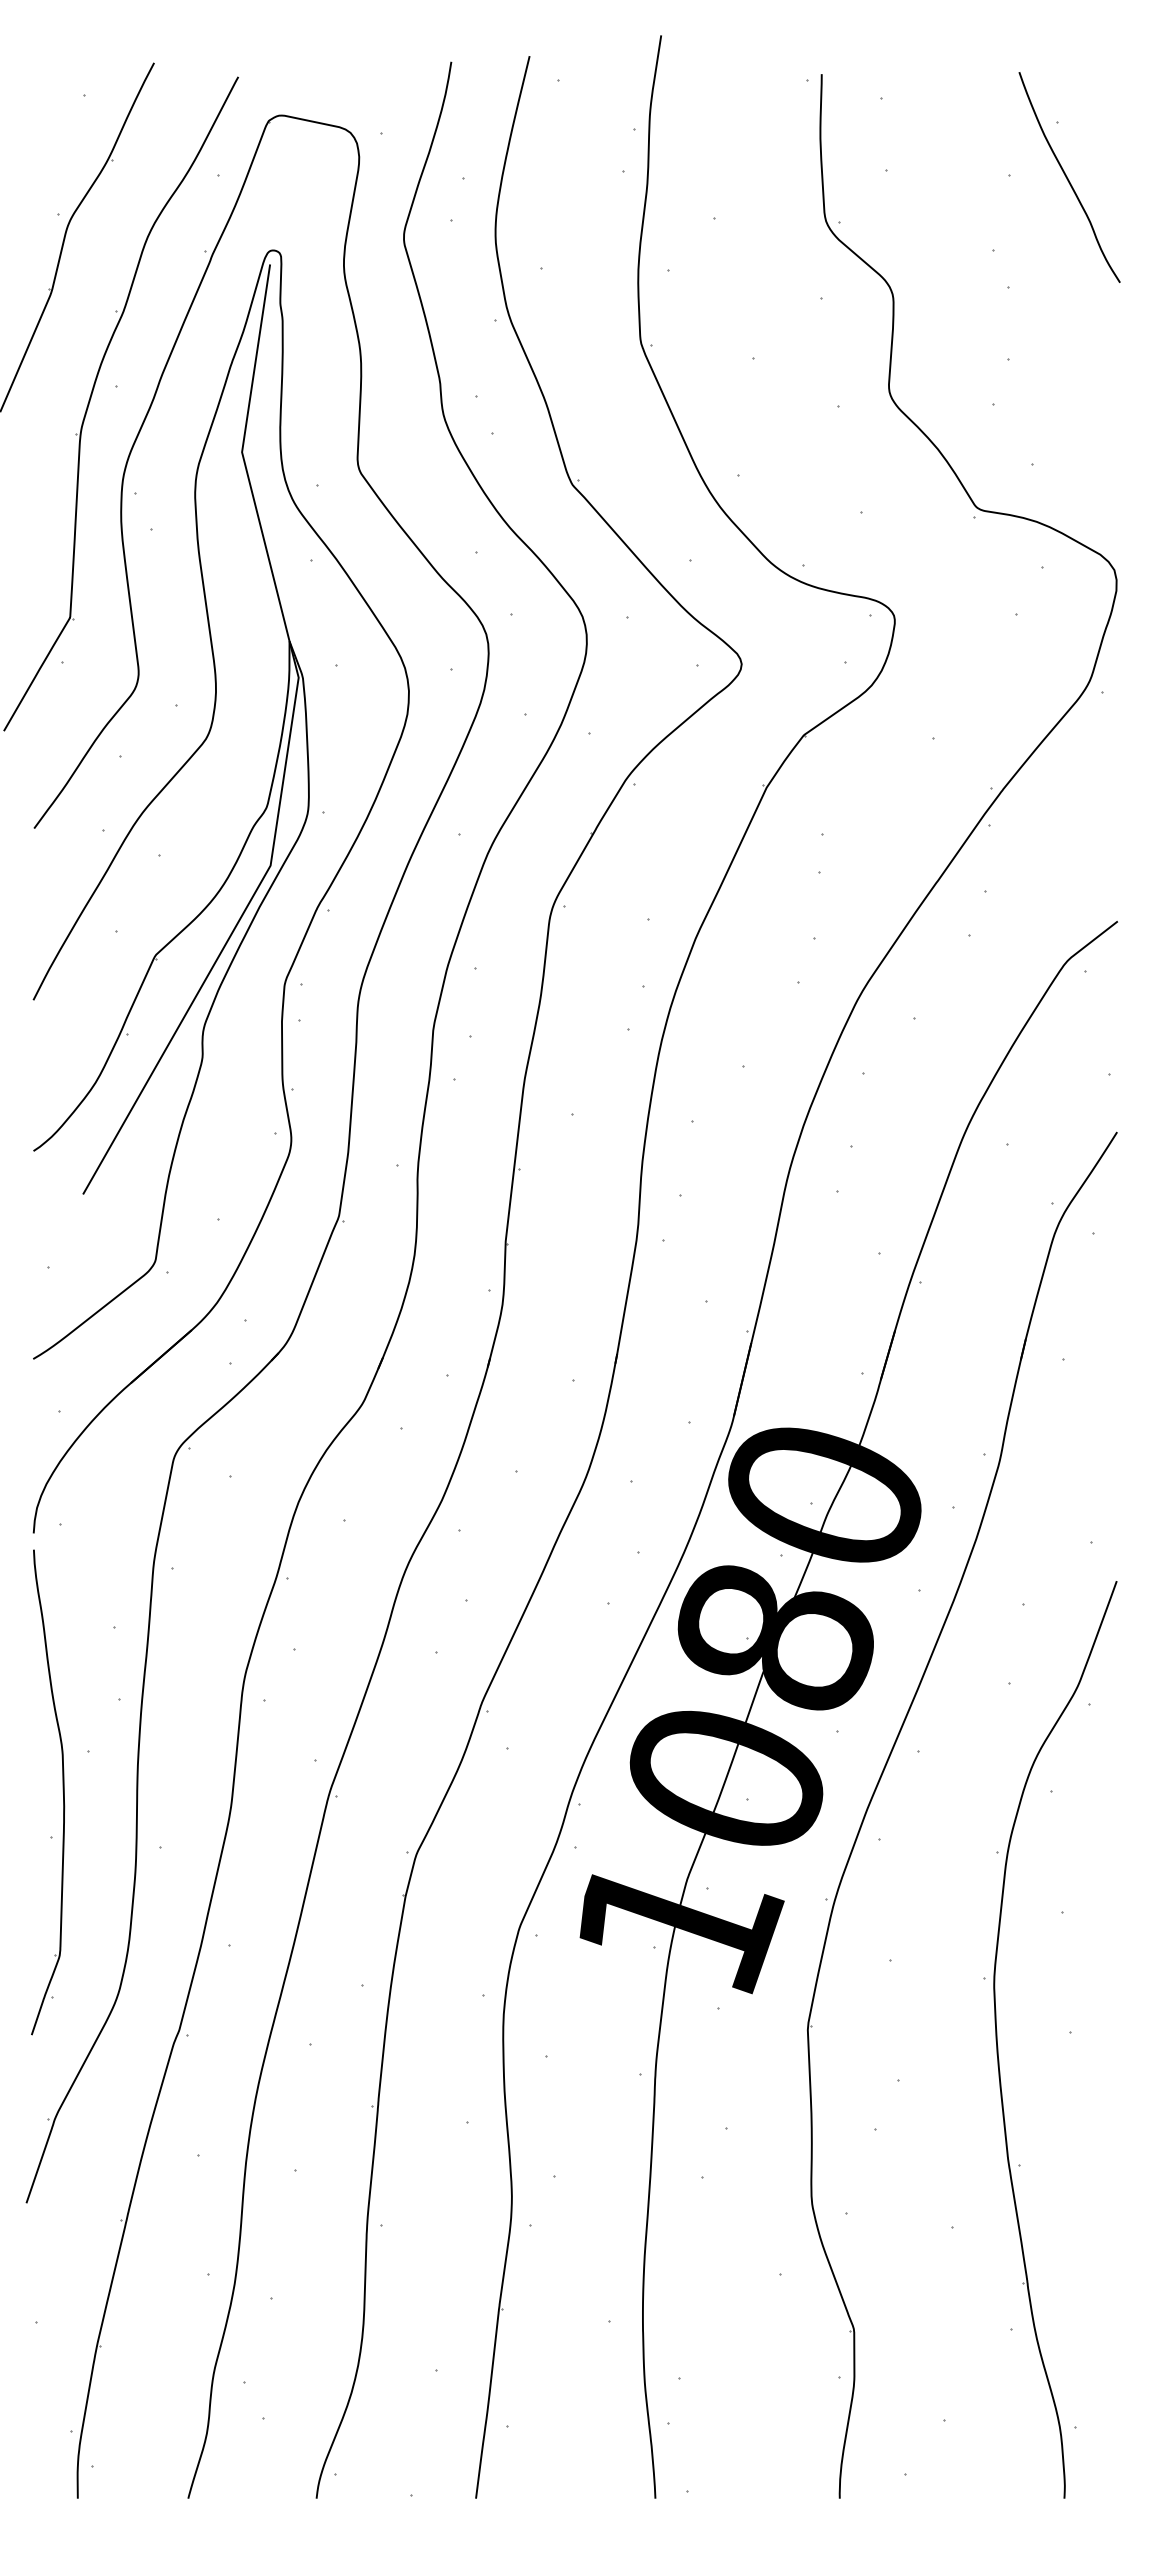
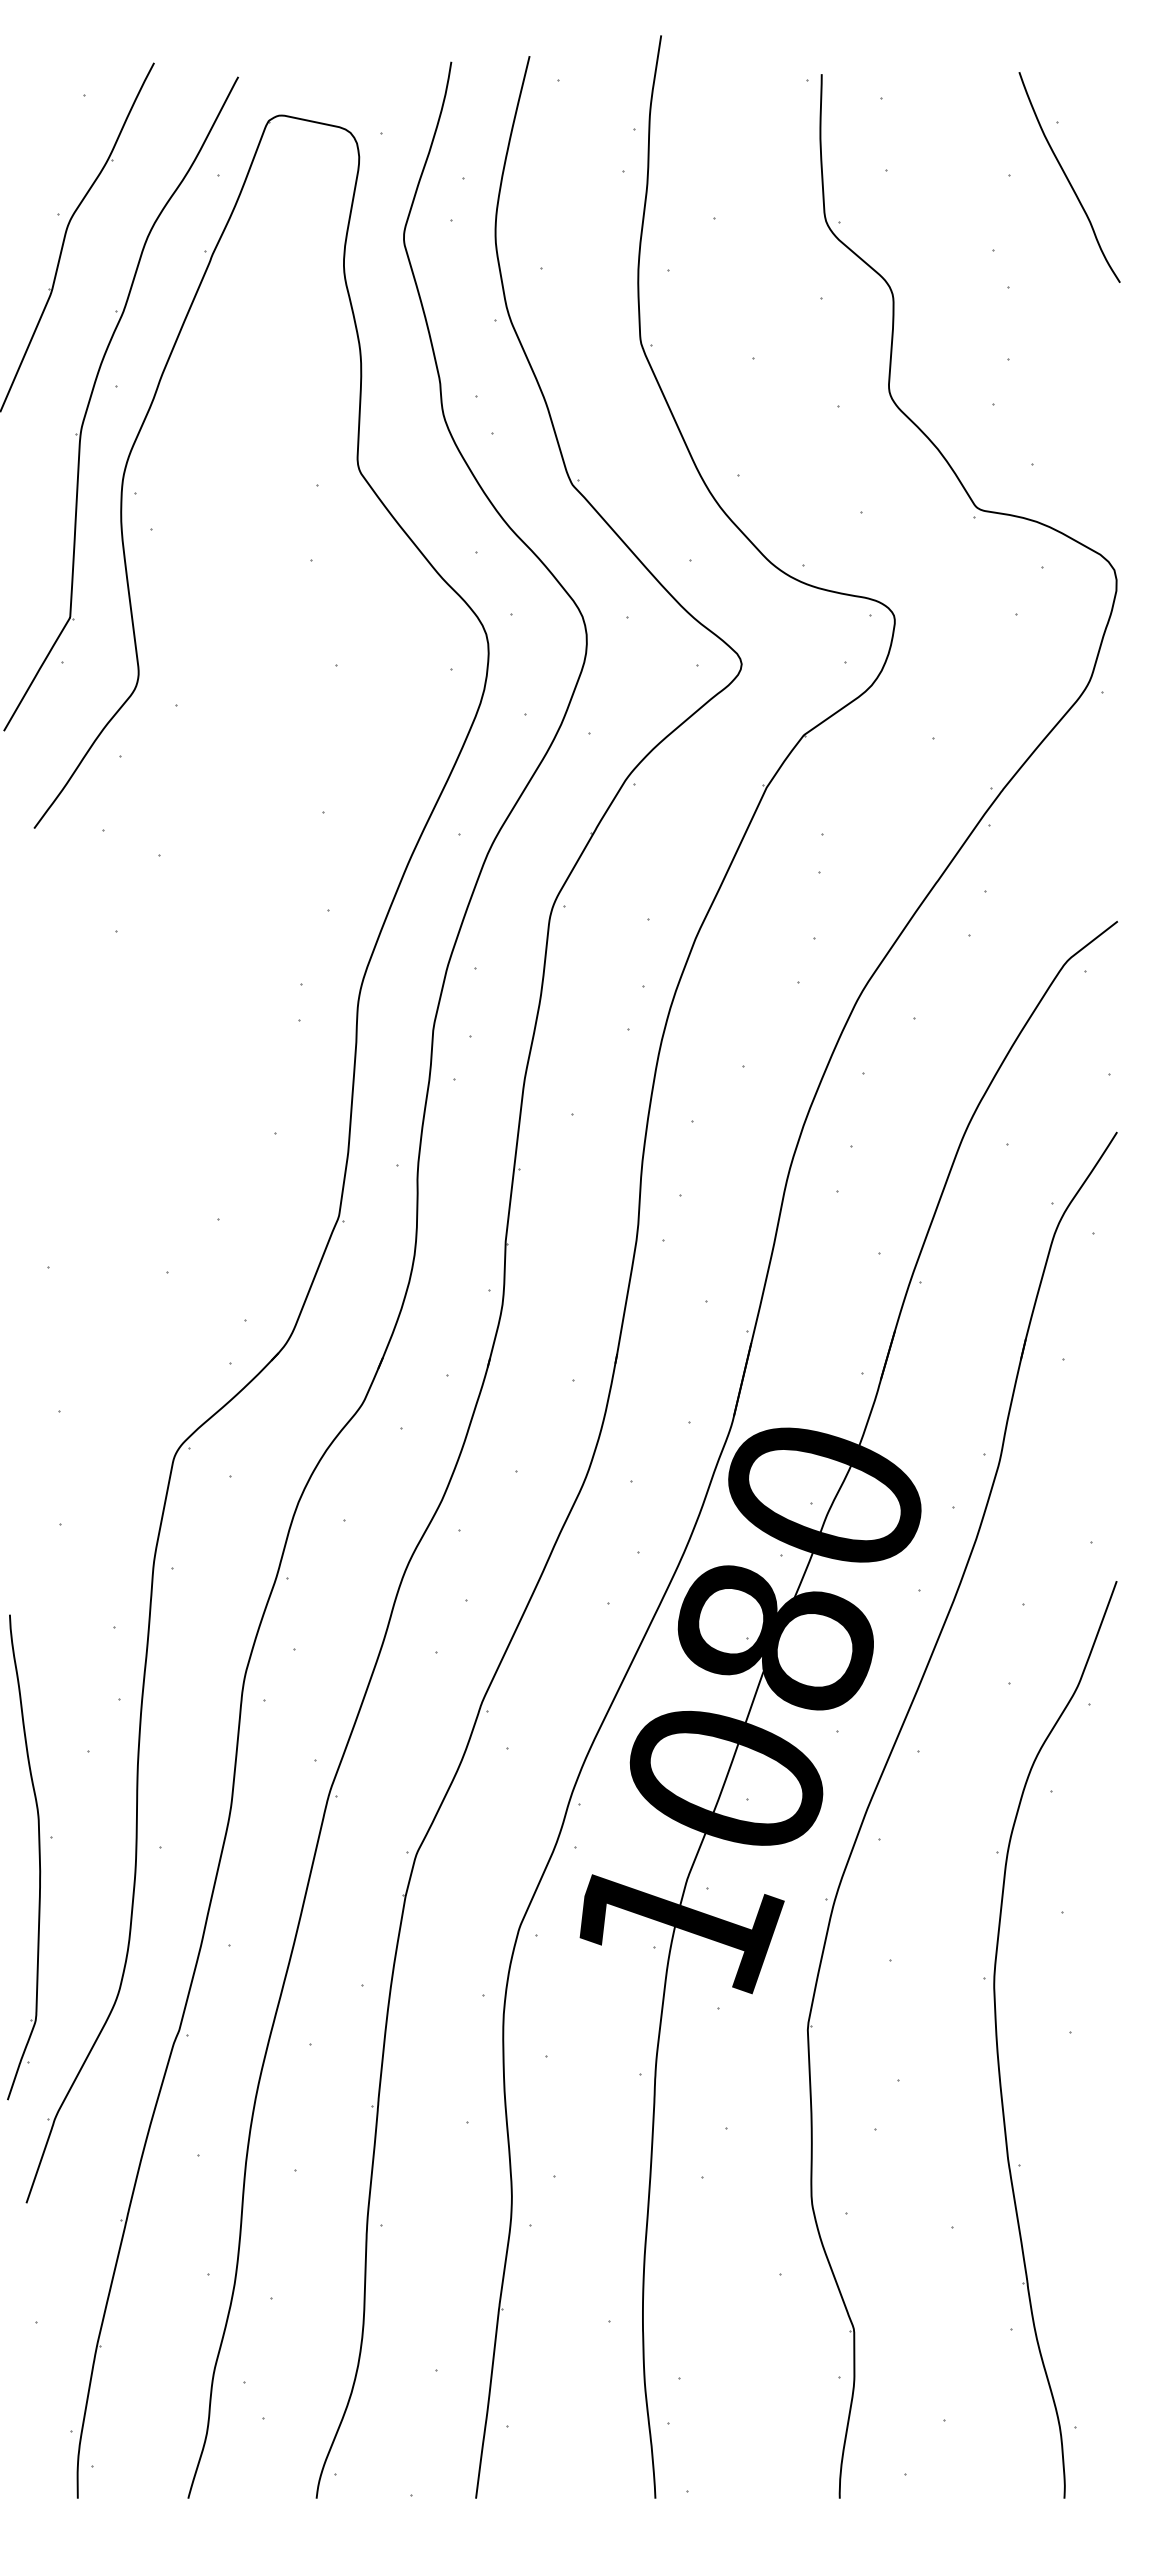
part at (220, 891): present -> none
part at (62, 1791) position: (62, 1791) -> (38, 1856)
